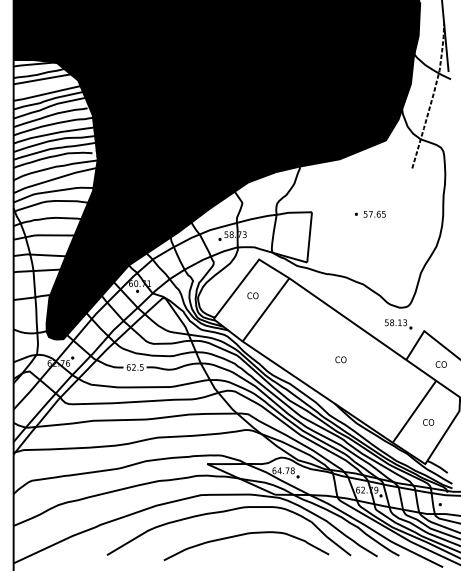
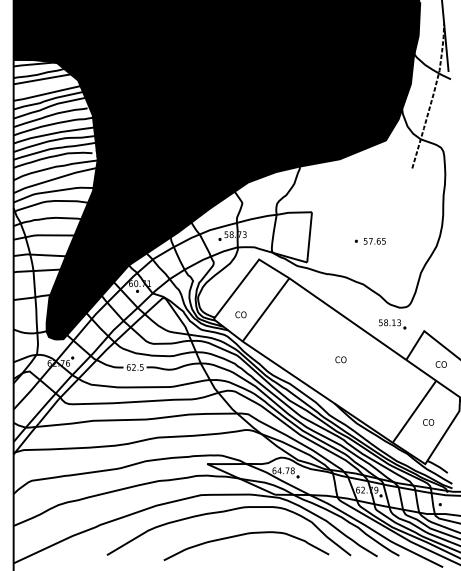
part at (369, 214) position: (369, 214) -> (369, 241)
text at (252, 295) position: (252, 295) -> (240, 314)
part at (398, 324) position: (398, 324) -> (392, 324)
